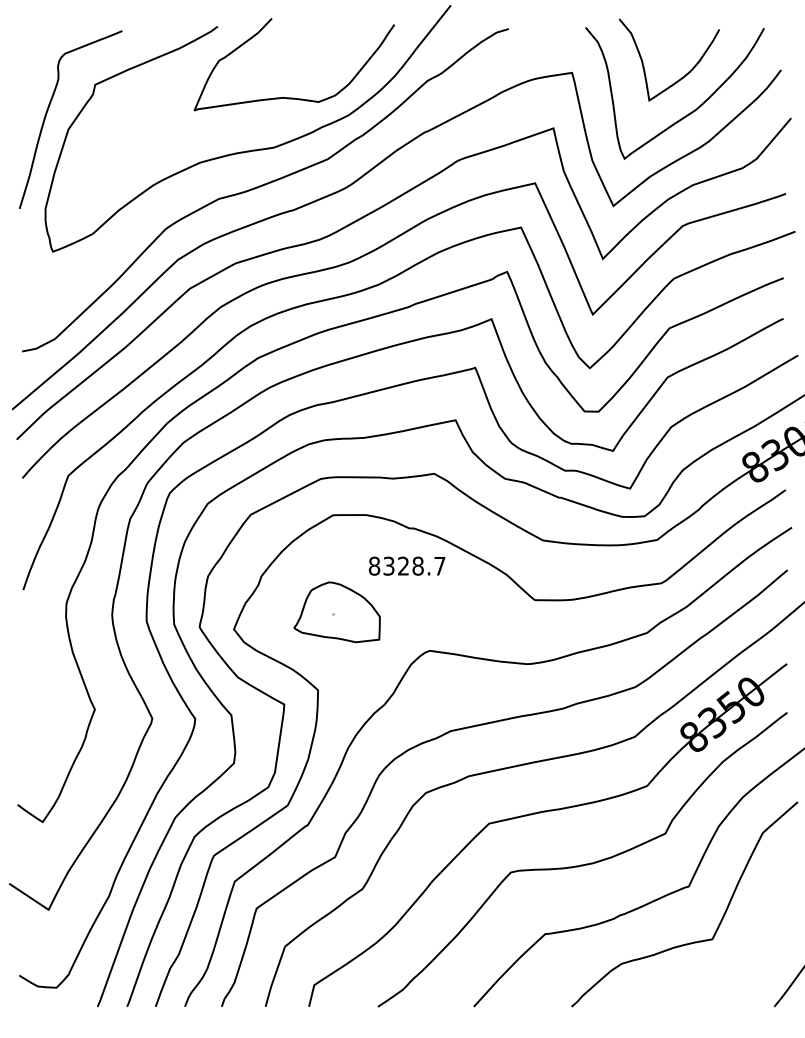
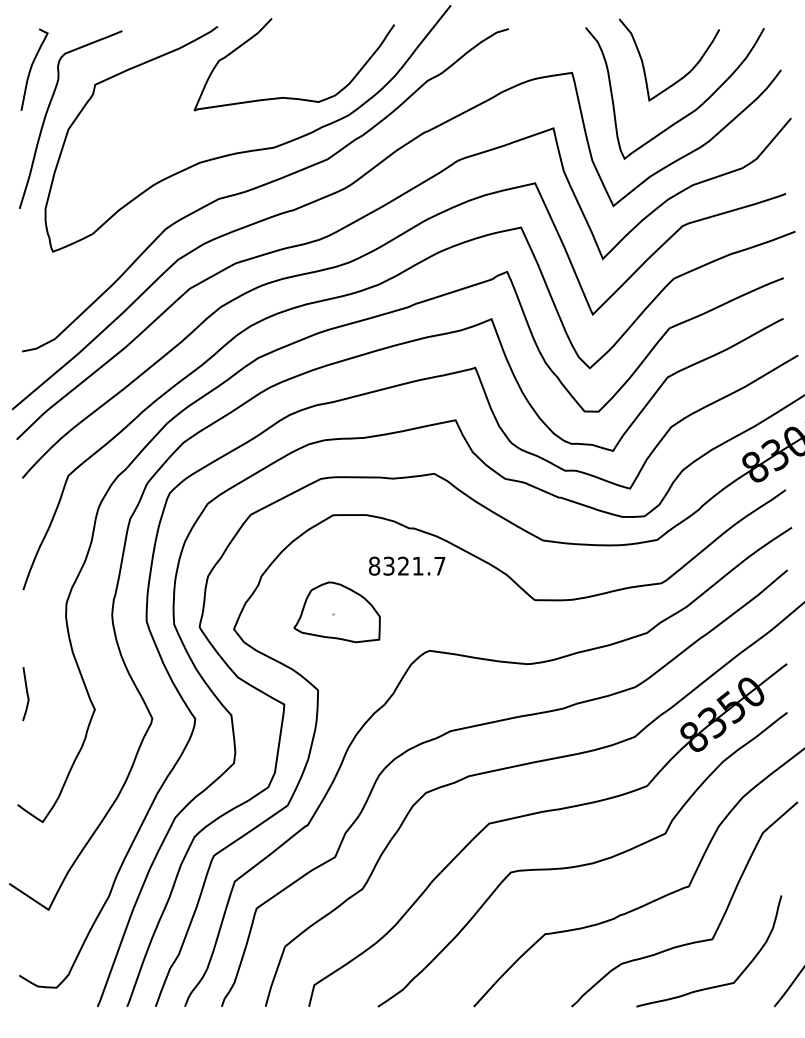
curve at (32, 67): none -> present
text at (417, 565): 8328.7 -> 8321.7
line at (26, 693): none -> present
curve at (716, 985): none -> present
